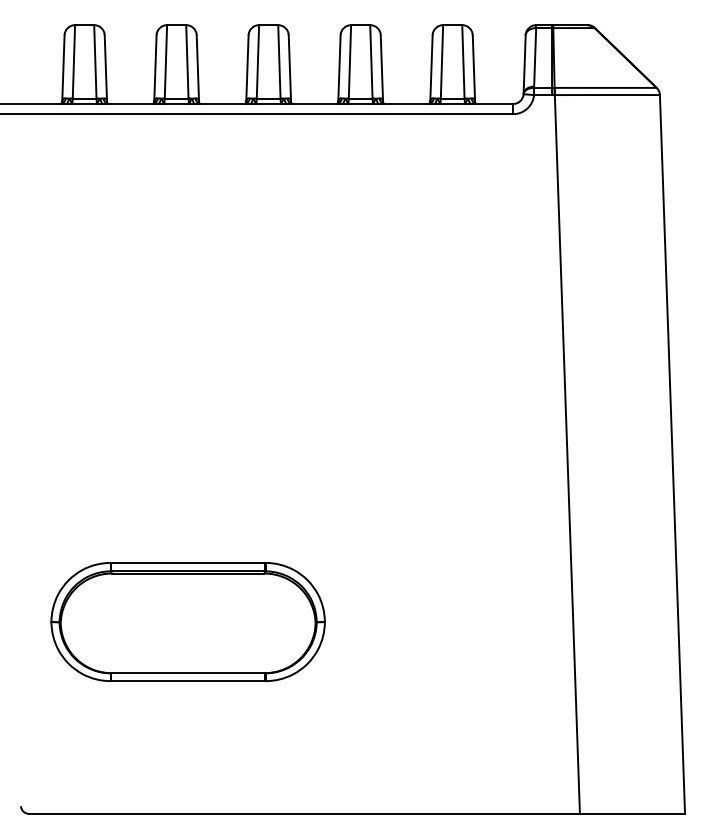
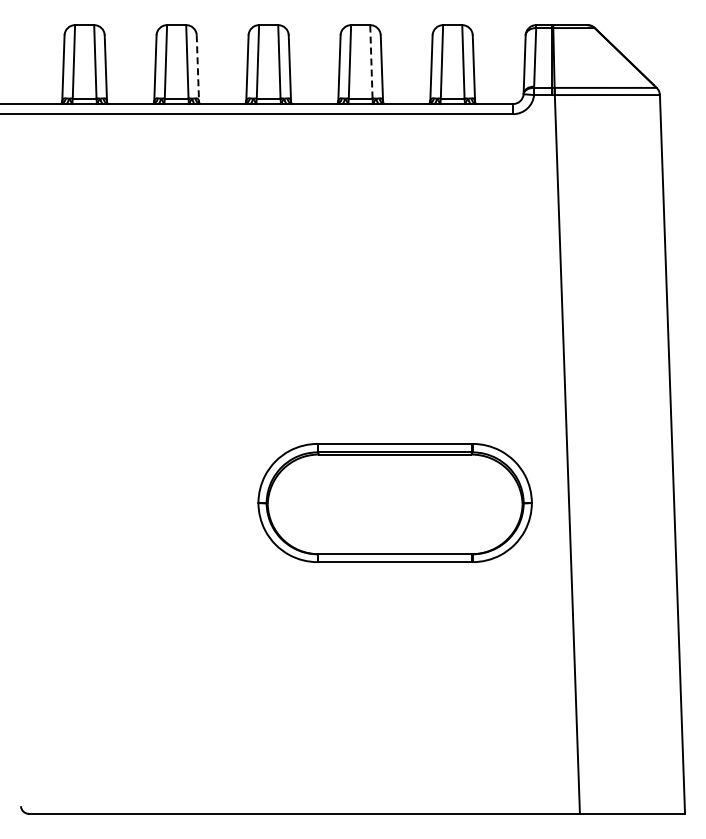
line at (371, 61): solid -> dashed
line at (197, 68): solid -> dashed
part at (187, 621) position: (187, 621) -> (394, 502)
